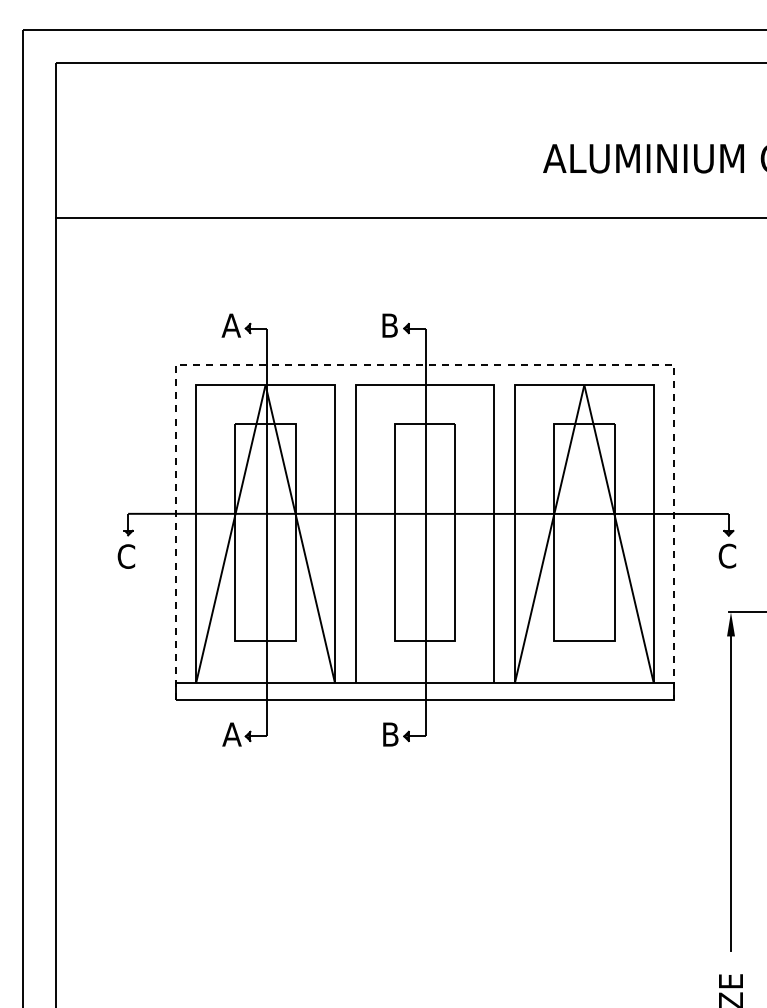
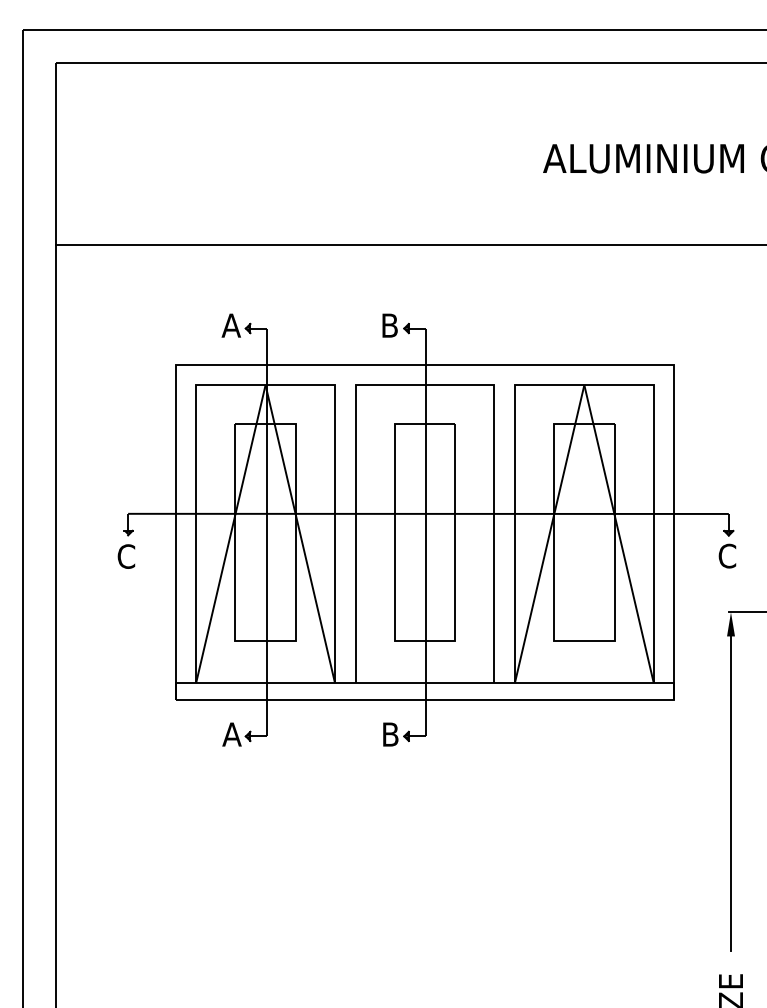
line at (409, 217) position: (409, 217) -> (409, 244)
line at (425, 364): dashed -> solid
